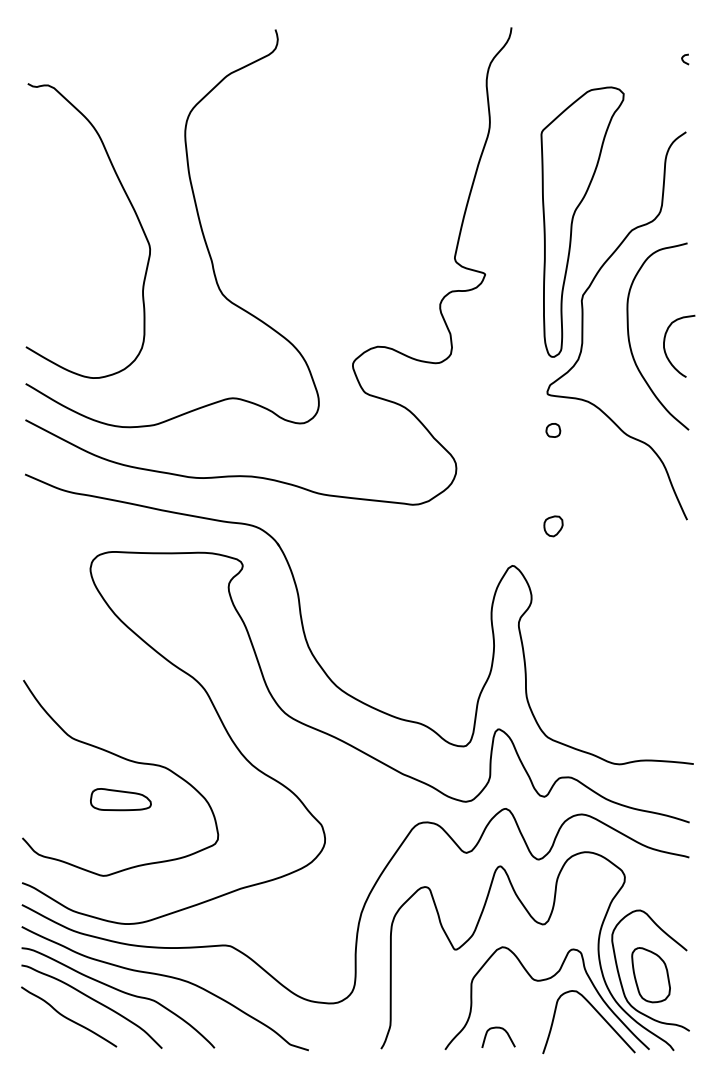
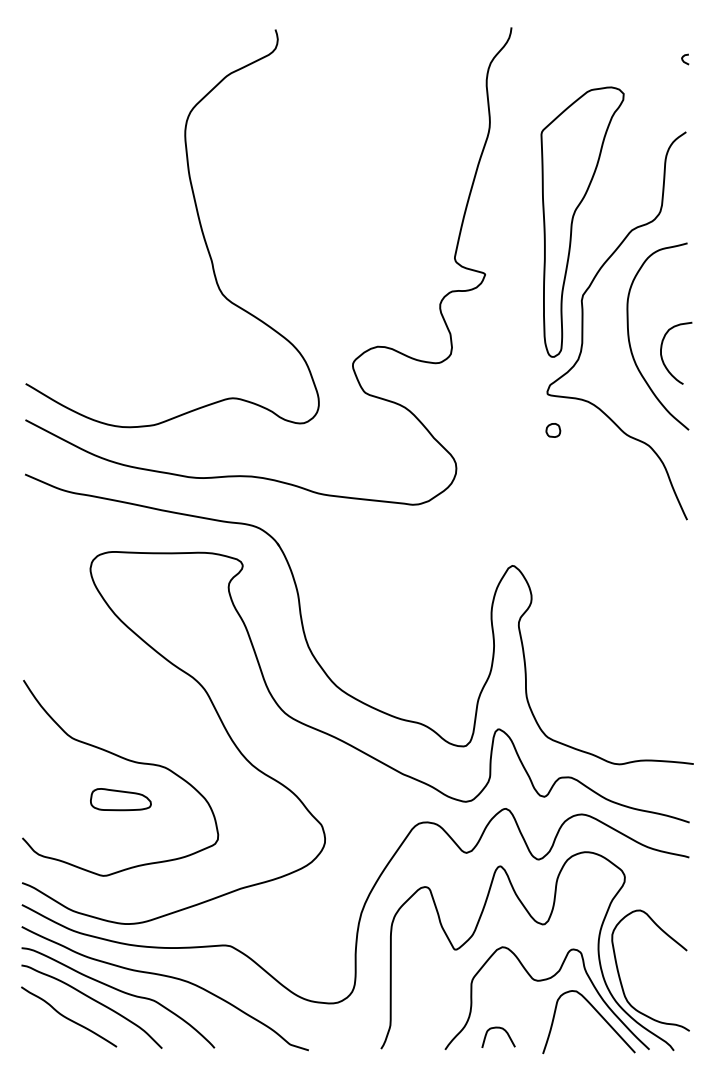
curve at (132, 208): present -> none
curve at (665, 348) position: (665, 348) -> (662, 355)
part at (553, 526): present -> none
part at (650, 975): present -> none
